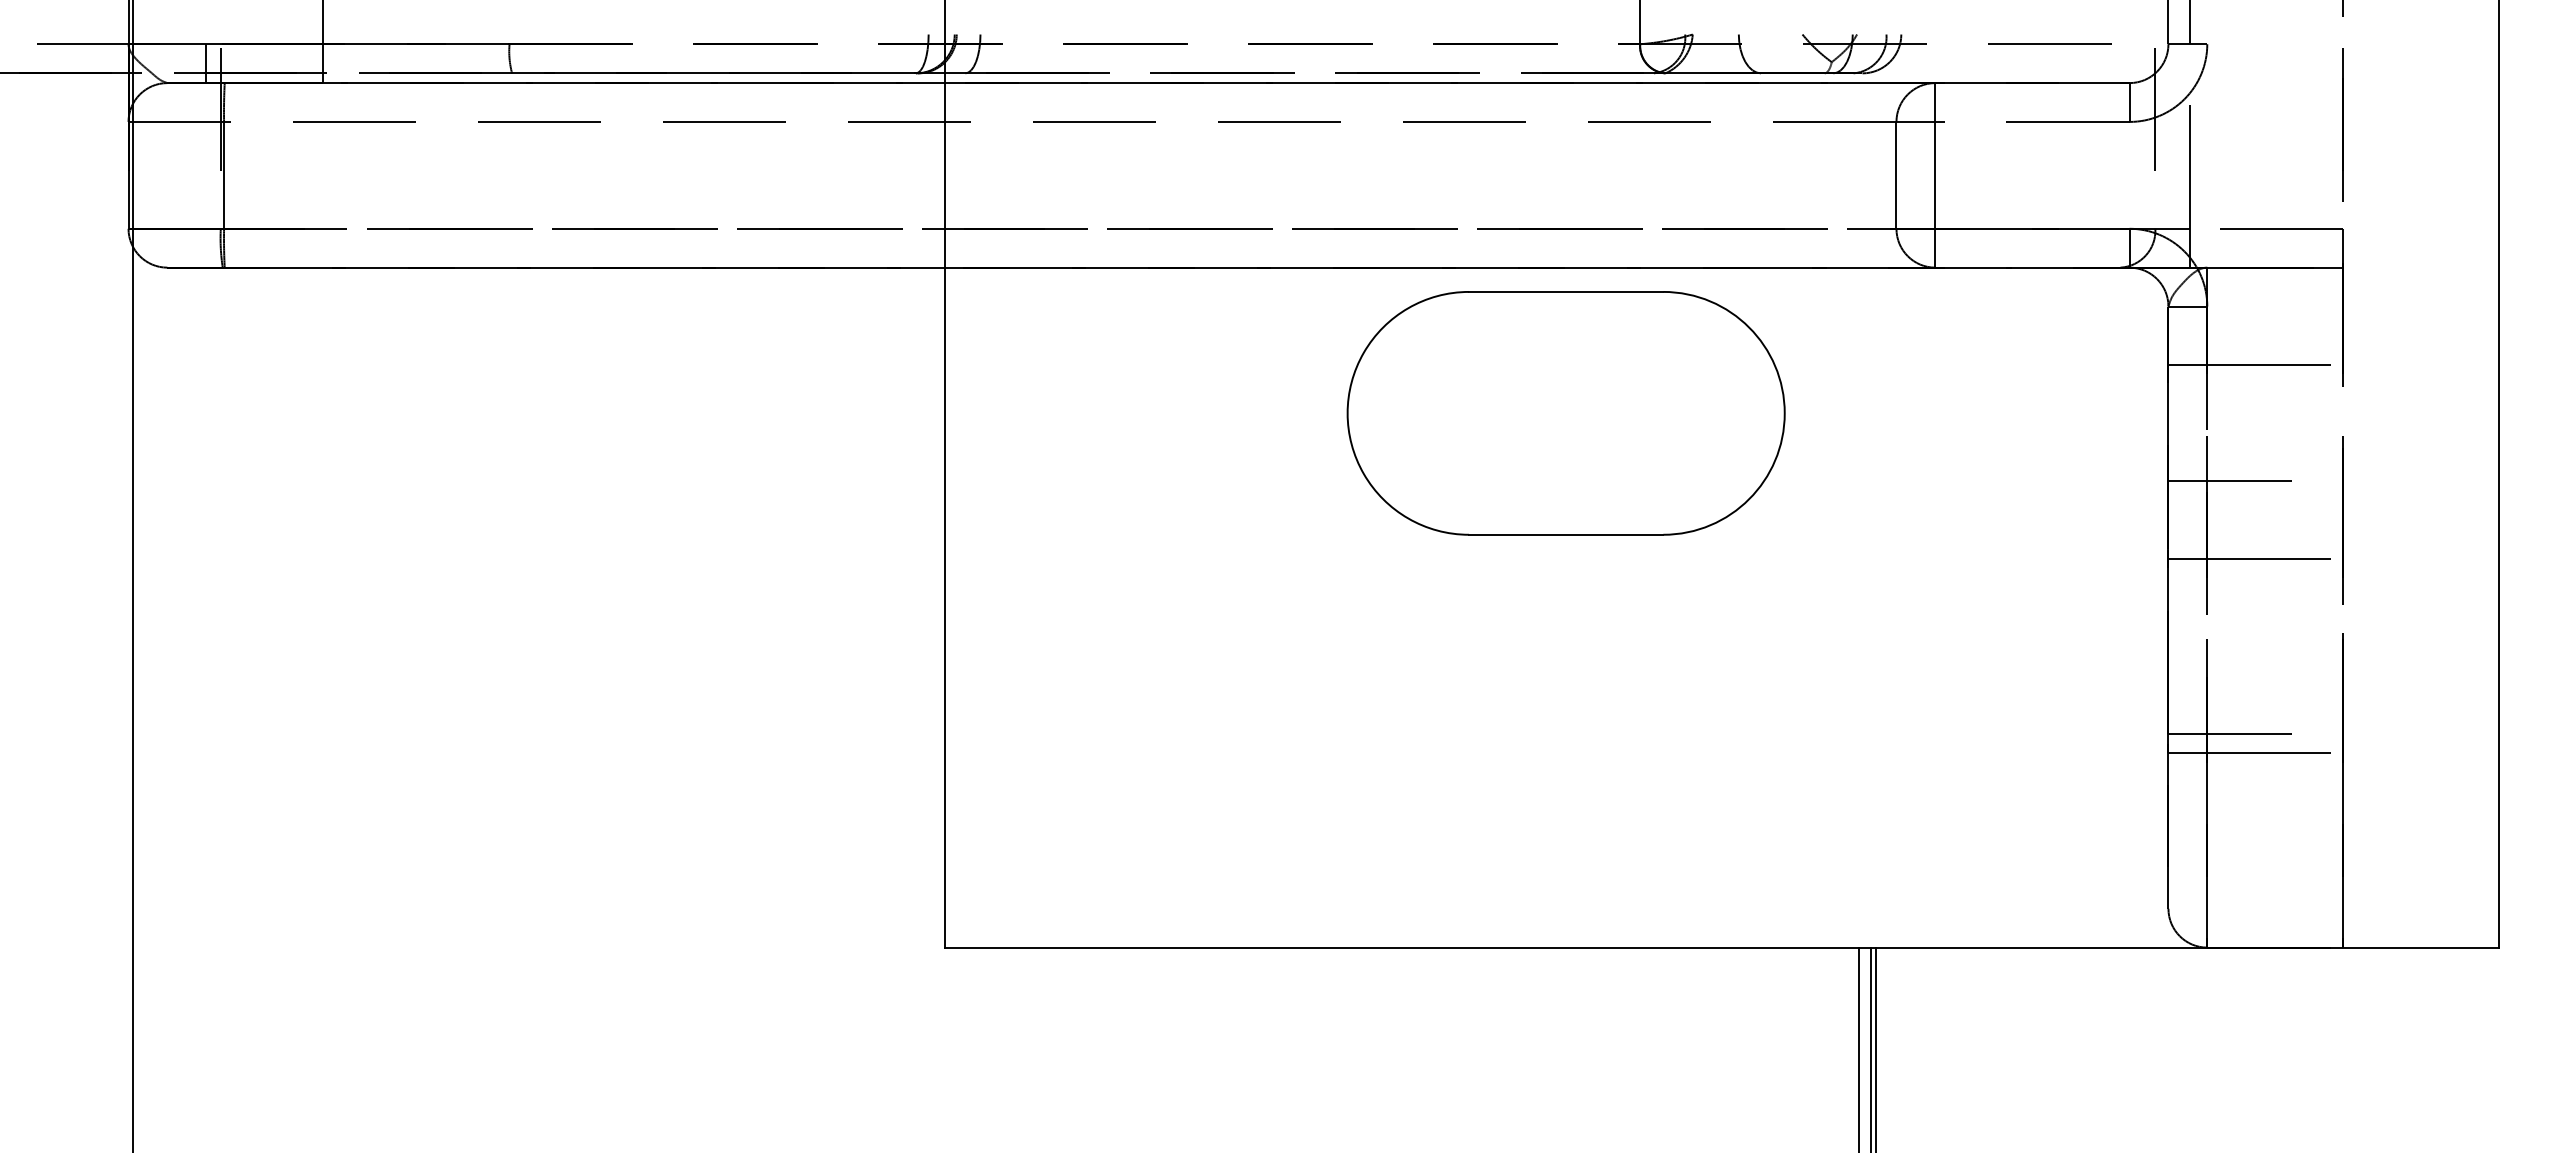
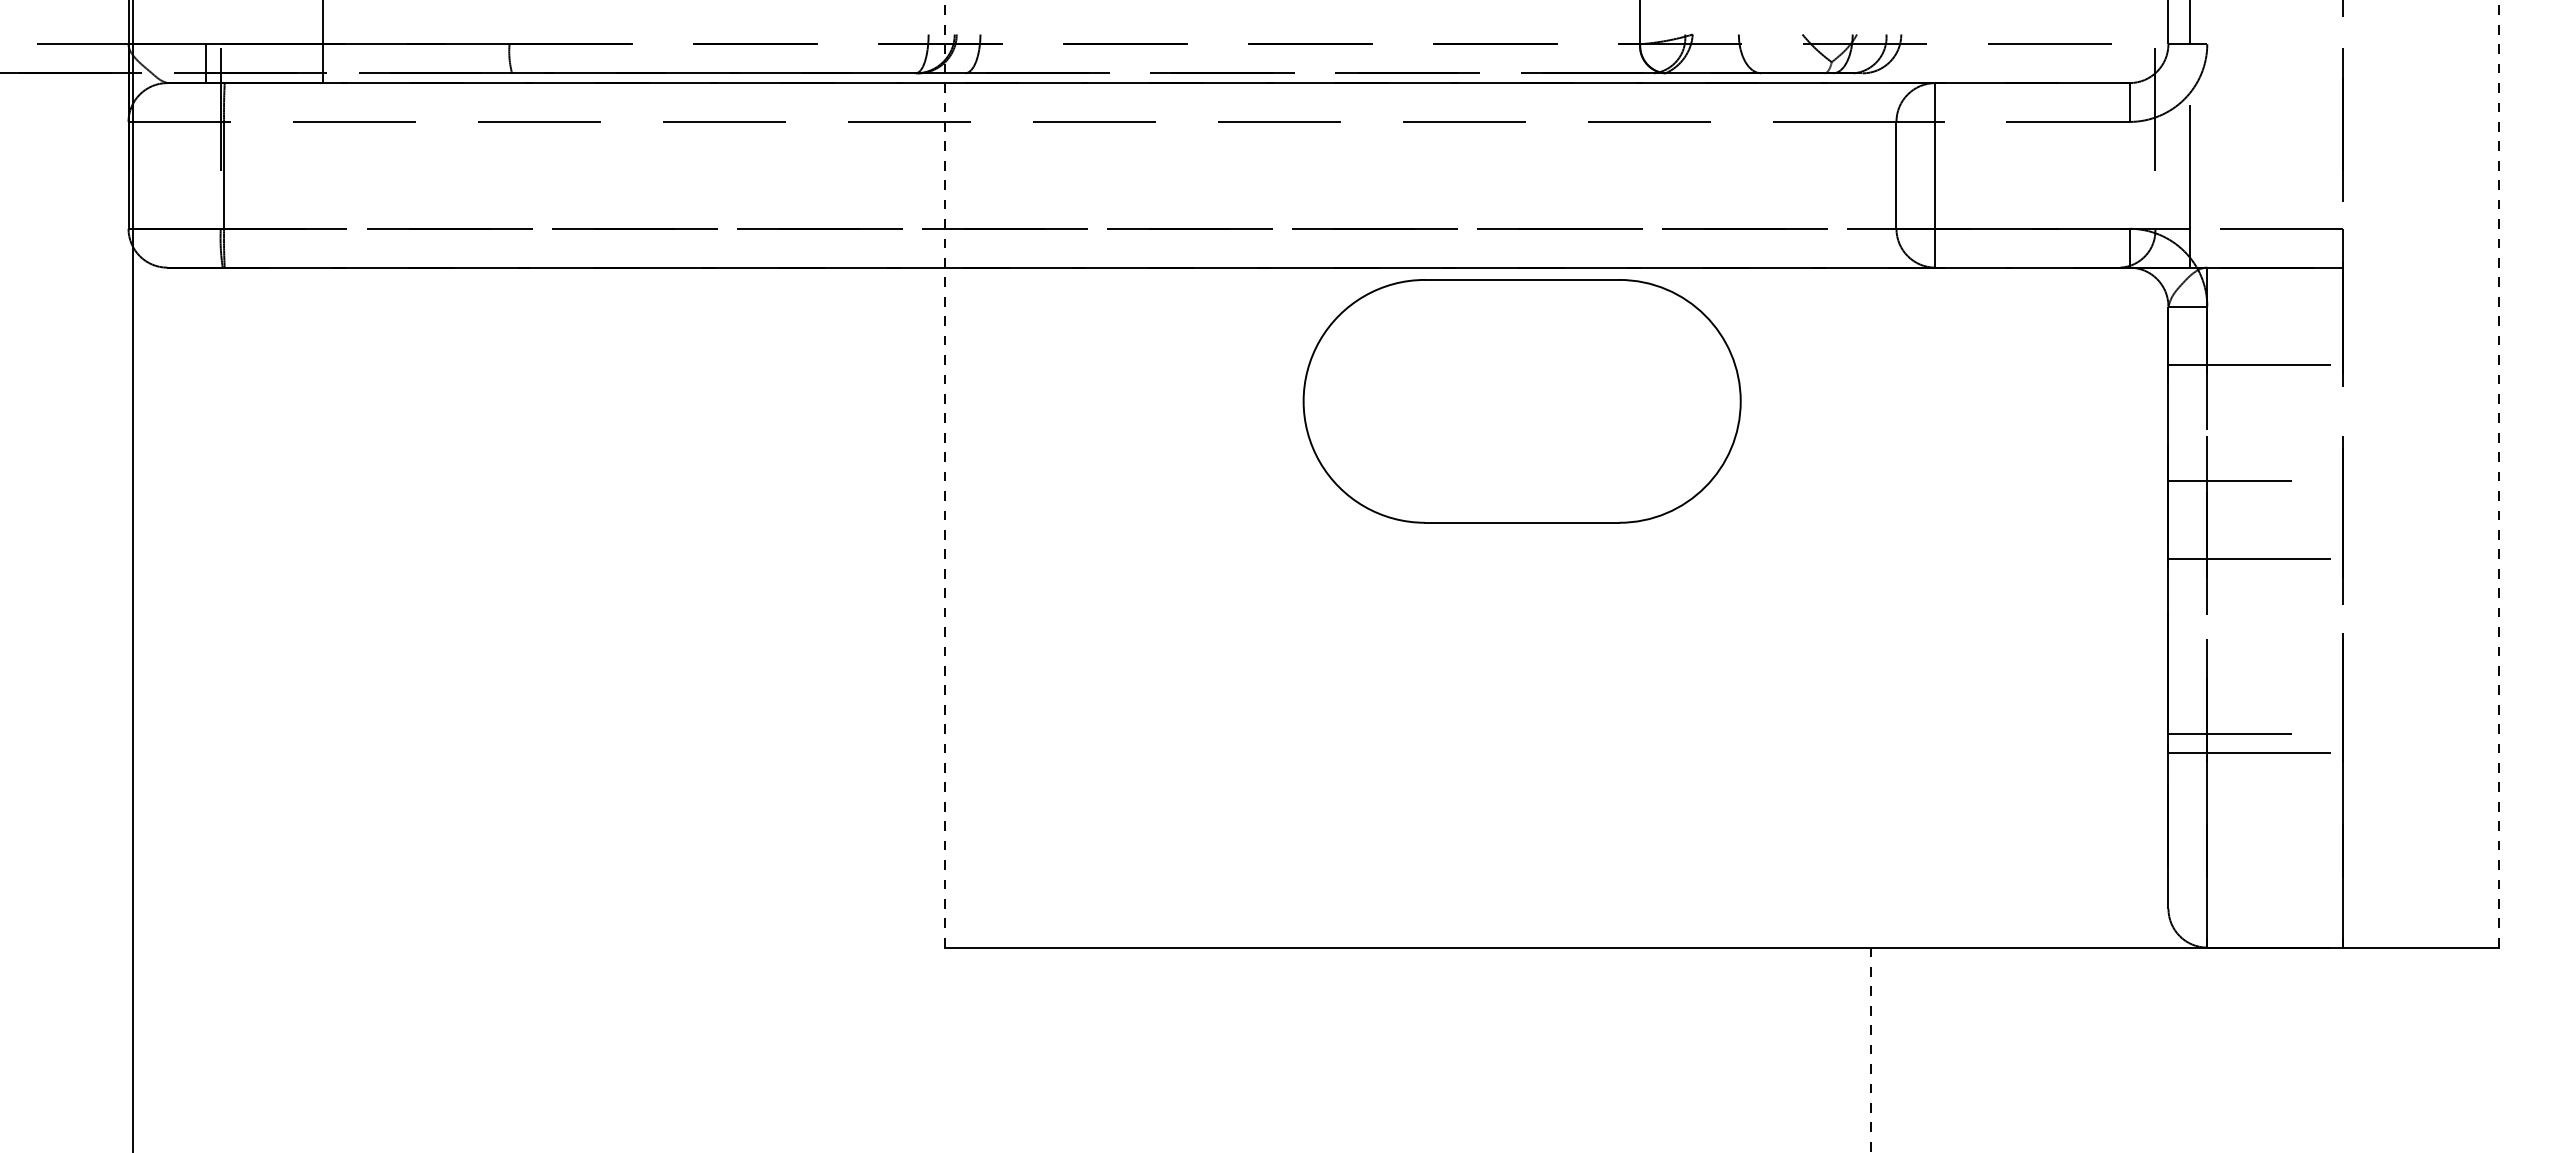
part at (1565, 413) position: (1565, 413) -> (1521, 401)
line at (944, 473): solid -> dashed
line at (2498, 473): solid -> dashed
line at (1858, 1048): present -> none
line at (1876, 1048): present -> none
line at (1870, 1050): solid -> dashed
